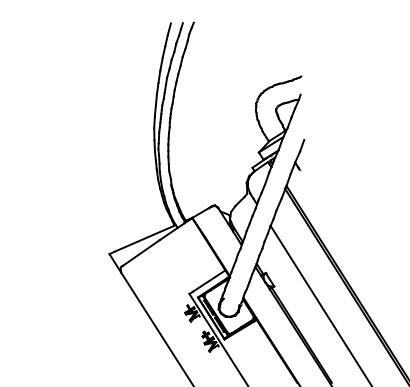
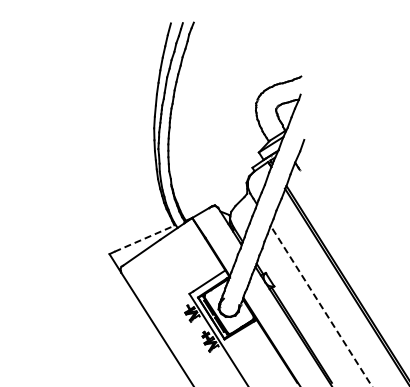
line at (145, 238): solid -> dashed
line at (321, 305): solid -> dashed
